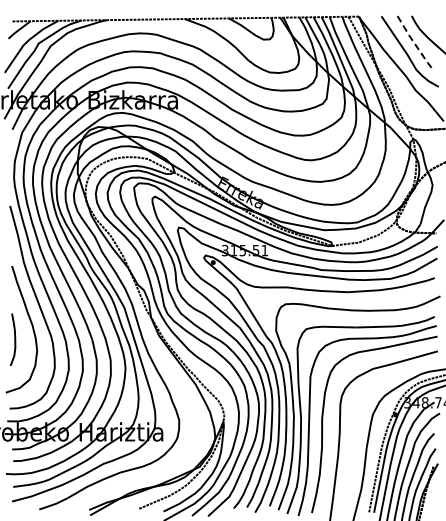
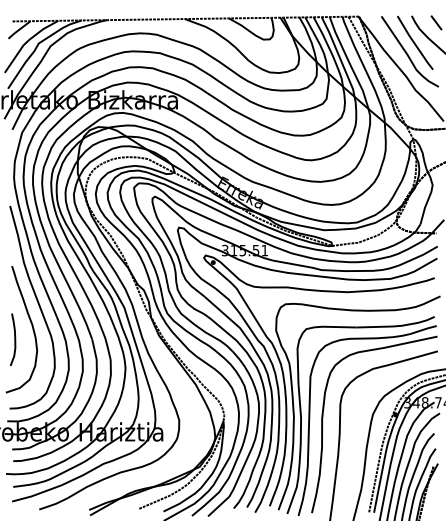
line at (436, 22): none -> present
line at (414, 43): dashed -> solid
